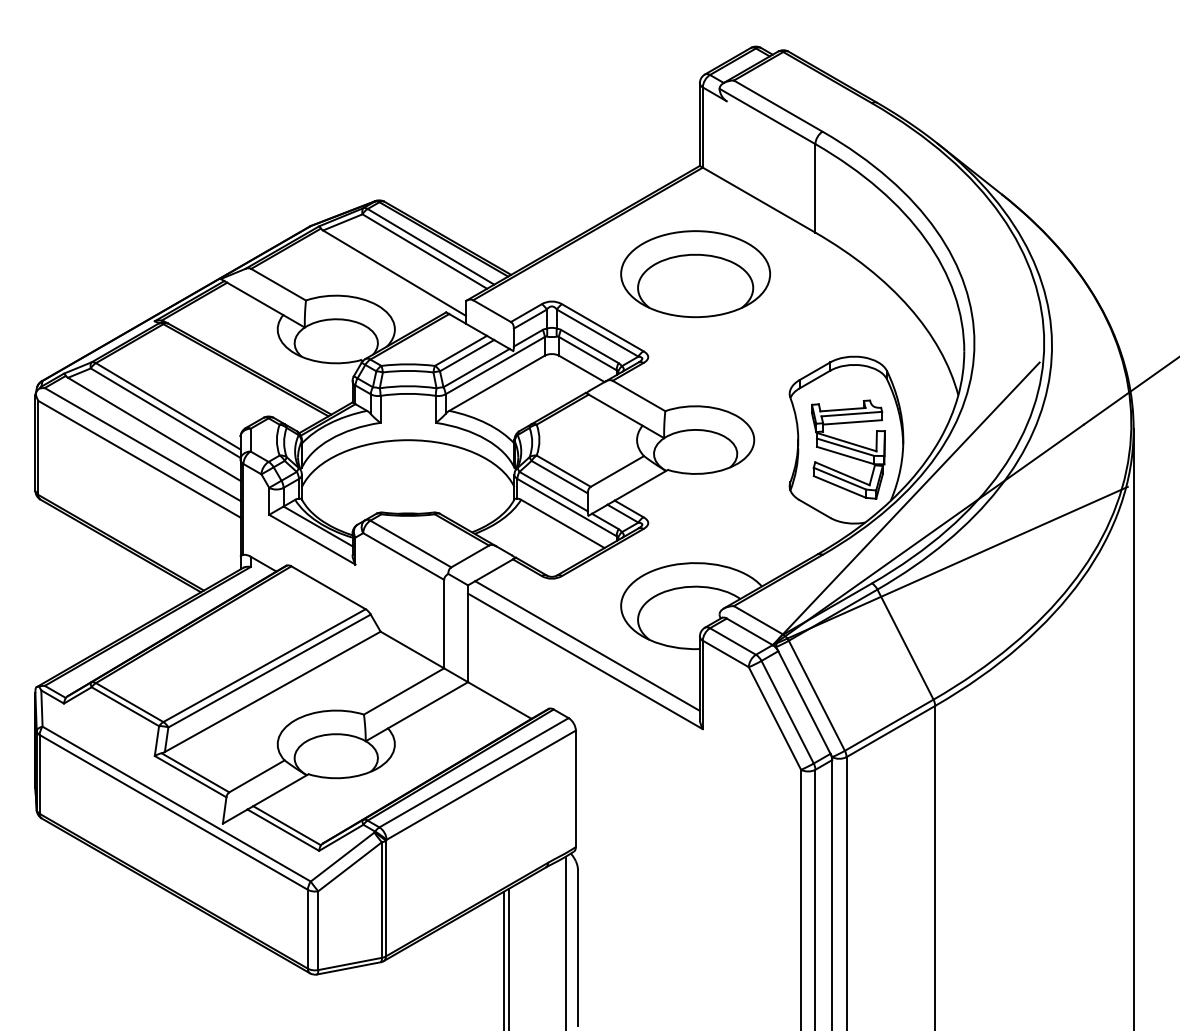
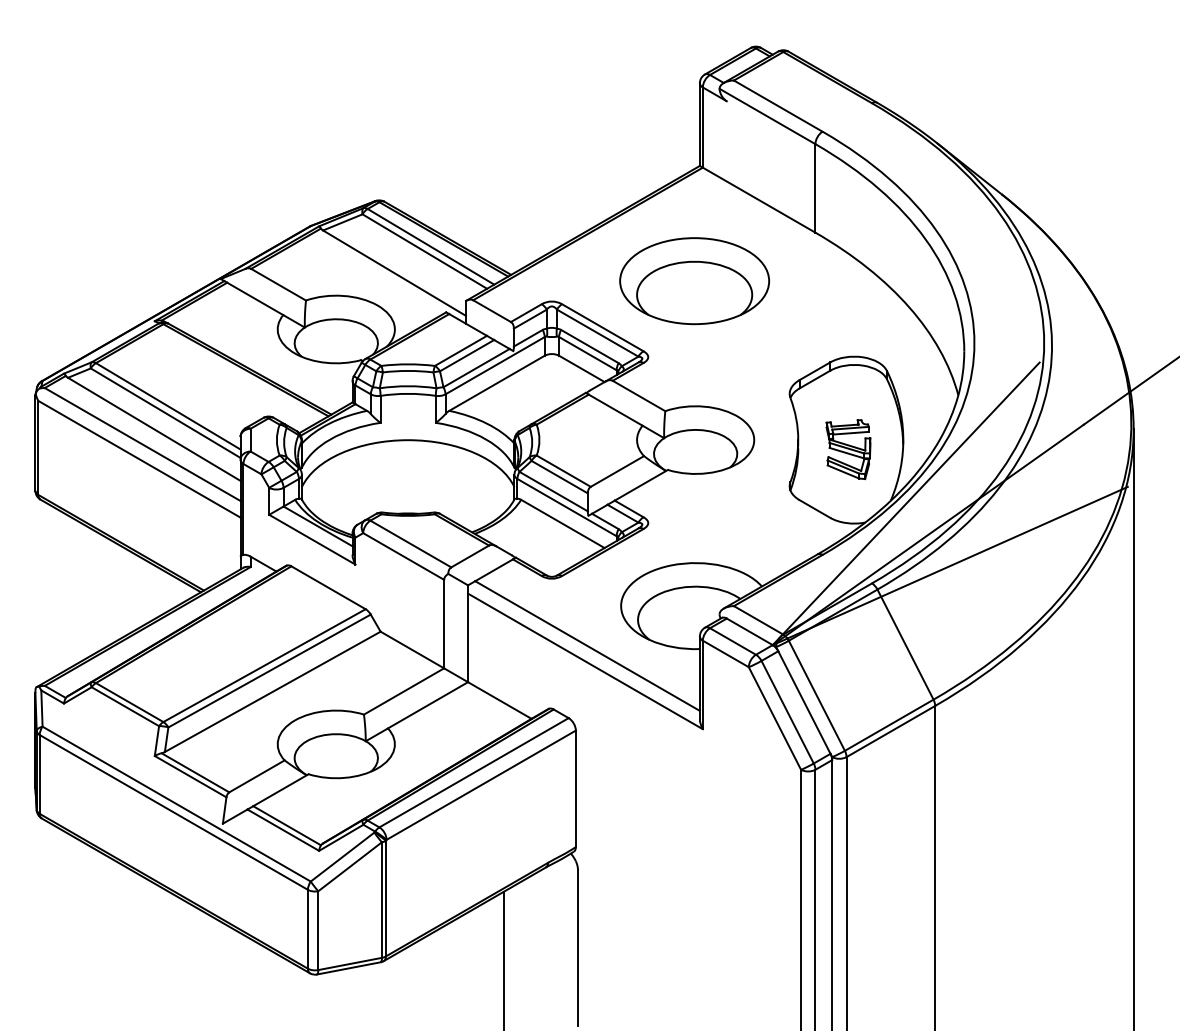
part at (695, 274) position: (695, 274) -> (694, 281)
part at (848, 449) size: 75x101 px -> 47x62 px
line at (565, 941): present -> none
line at (508, 957): present -> none
